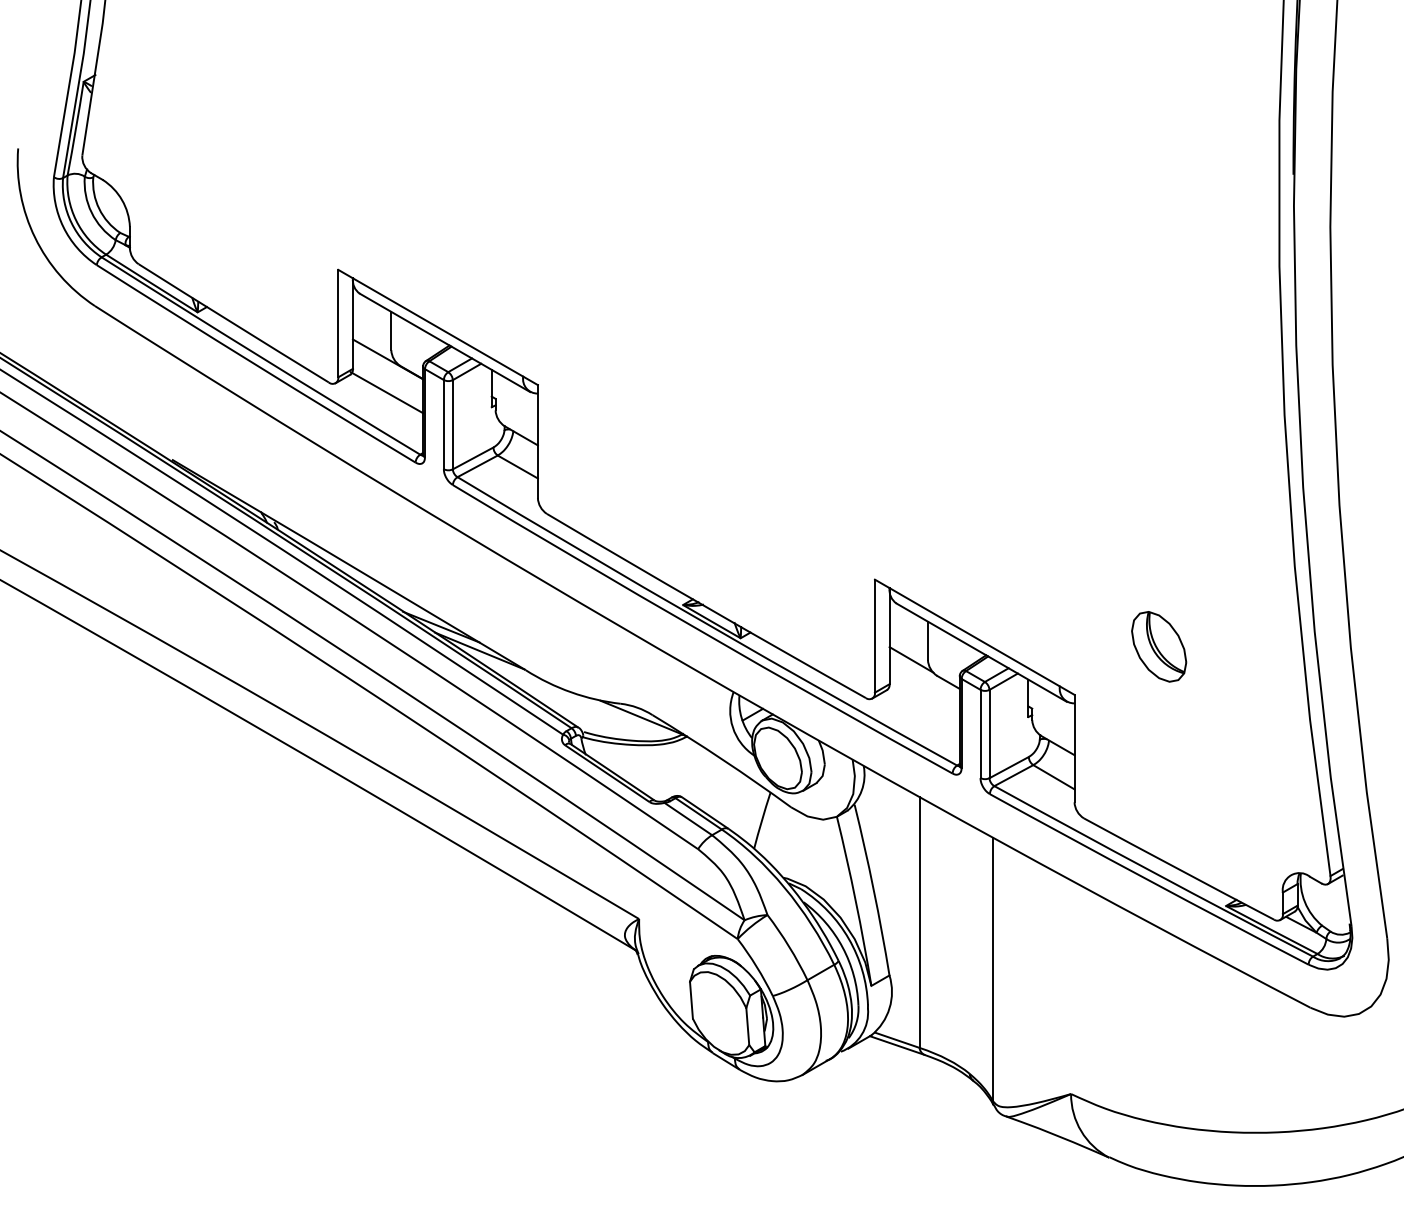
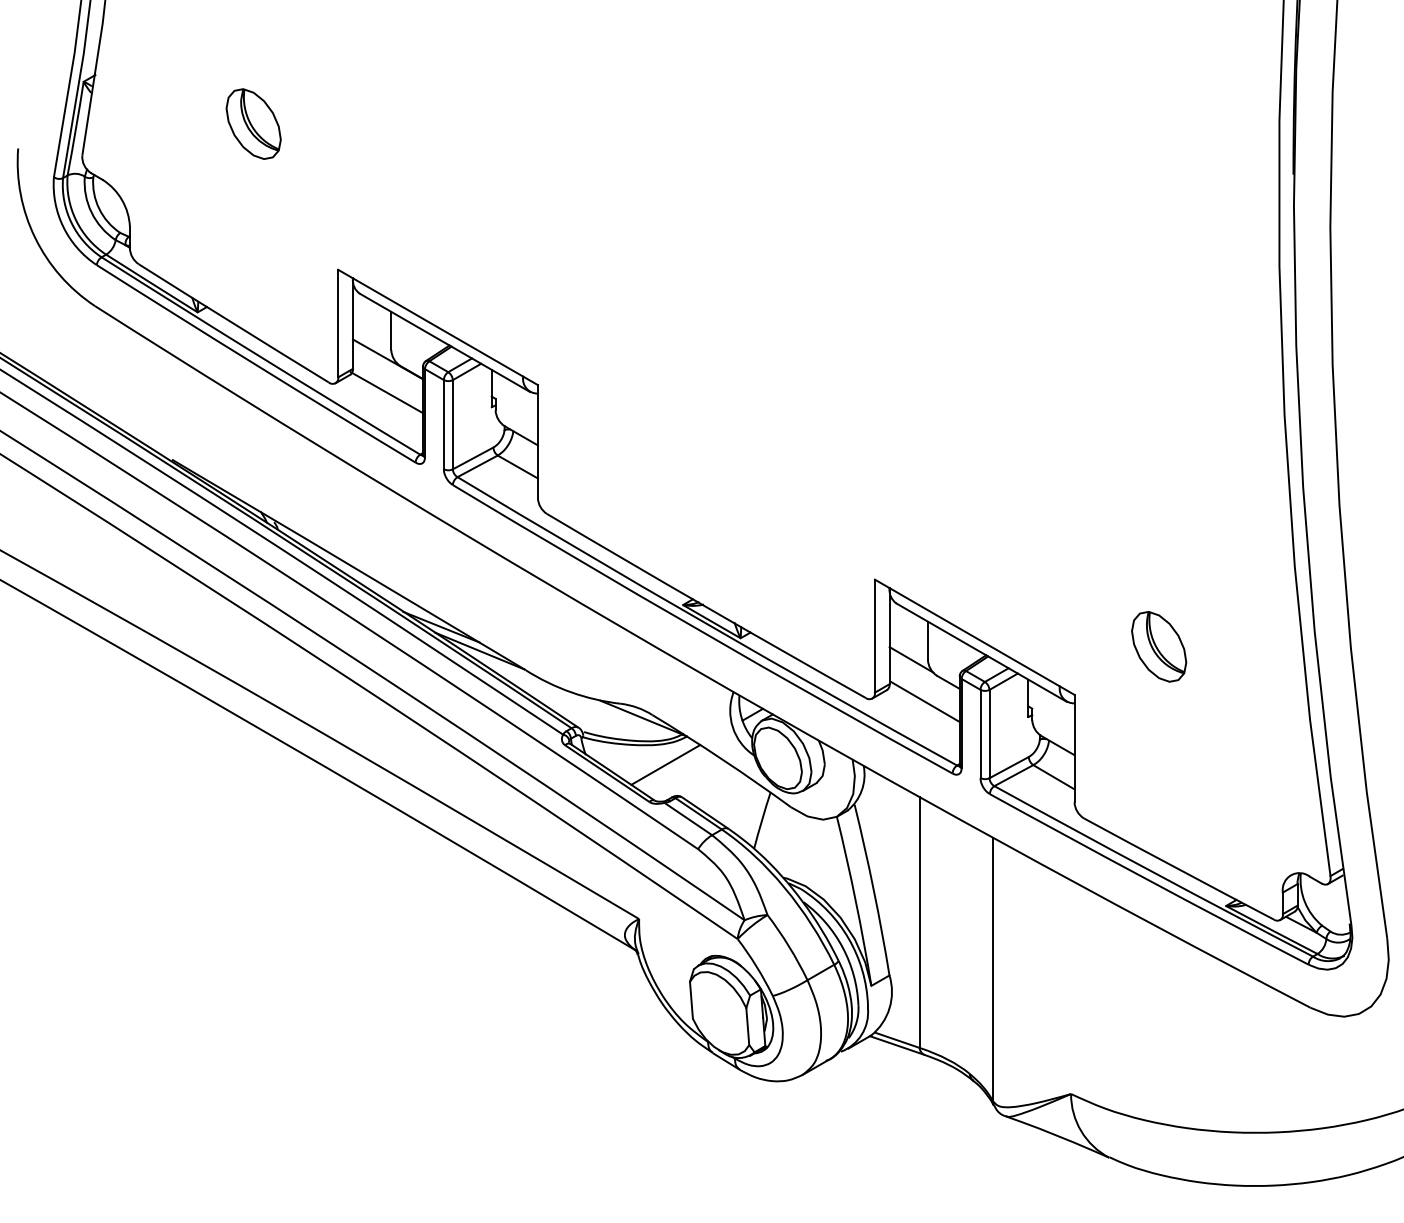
part at (253, 123): none -> present
line at (925, 702): none -> present
line at (665, 764): none -> present
